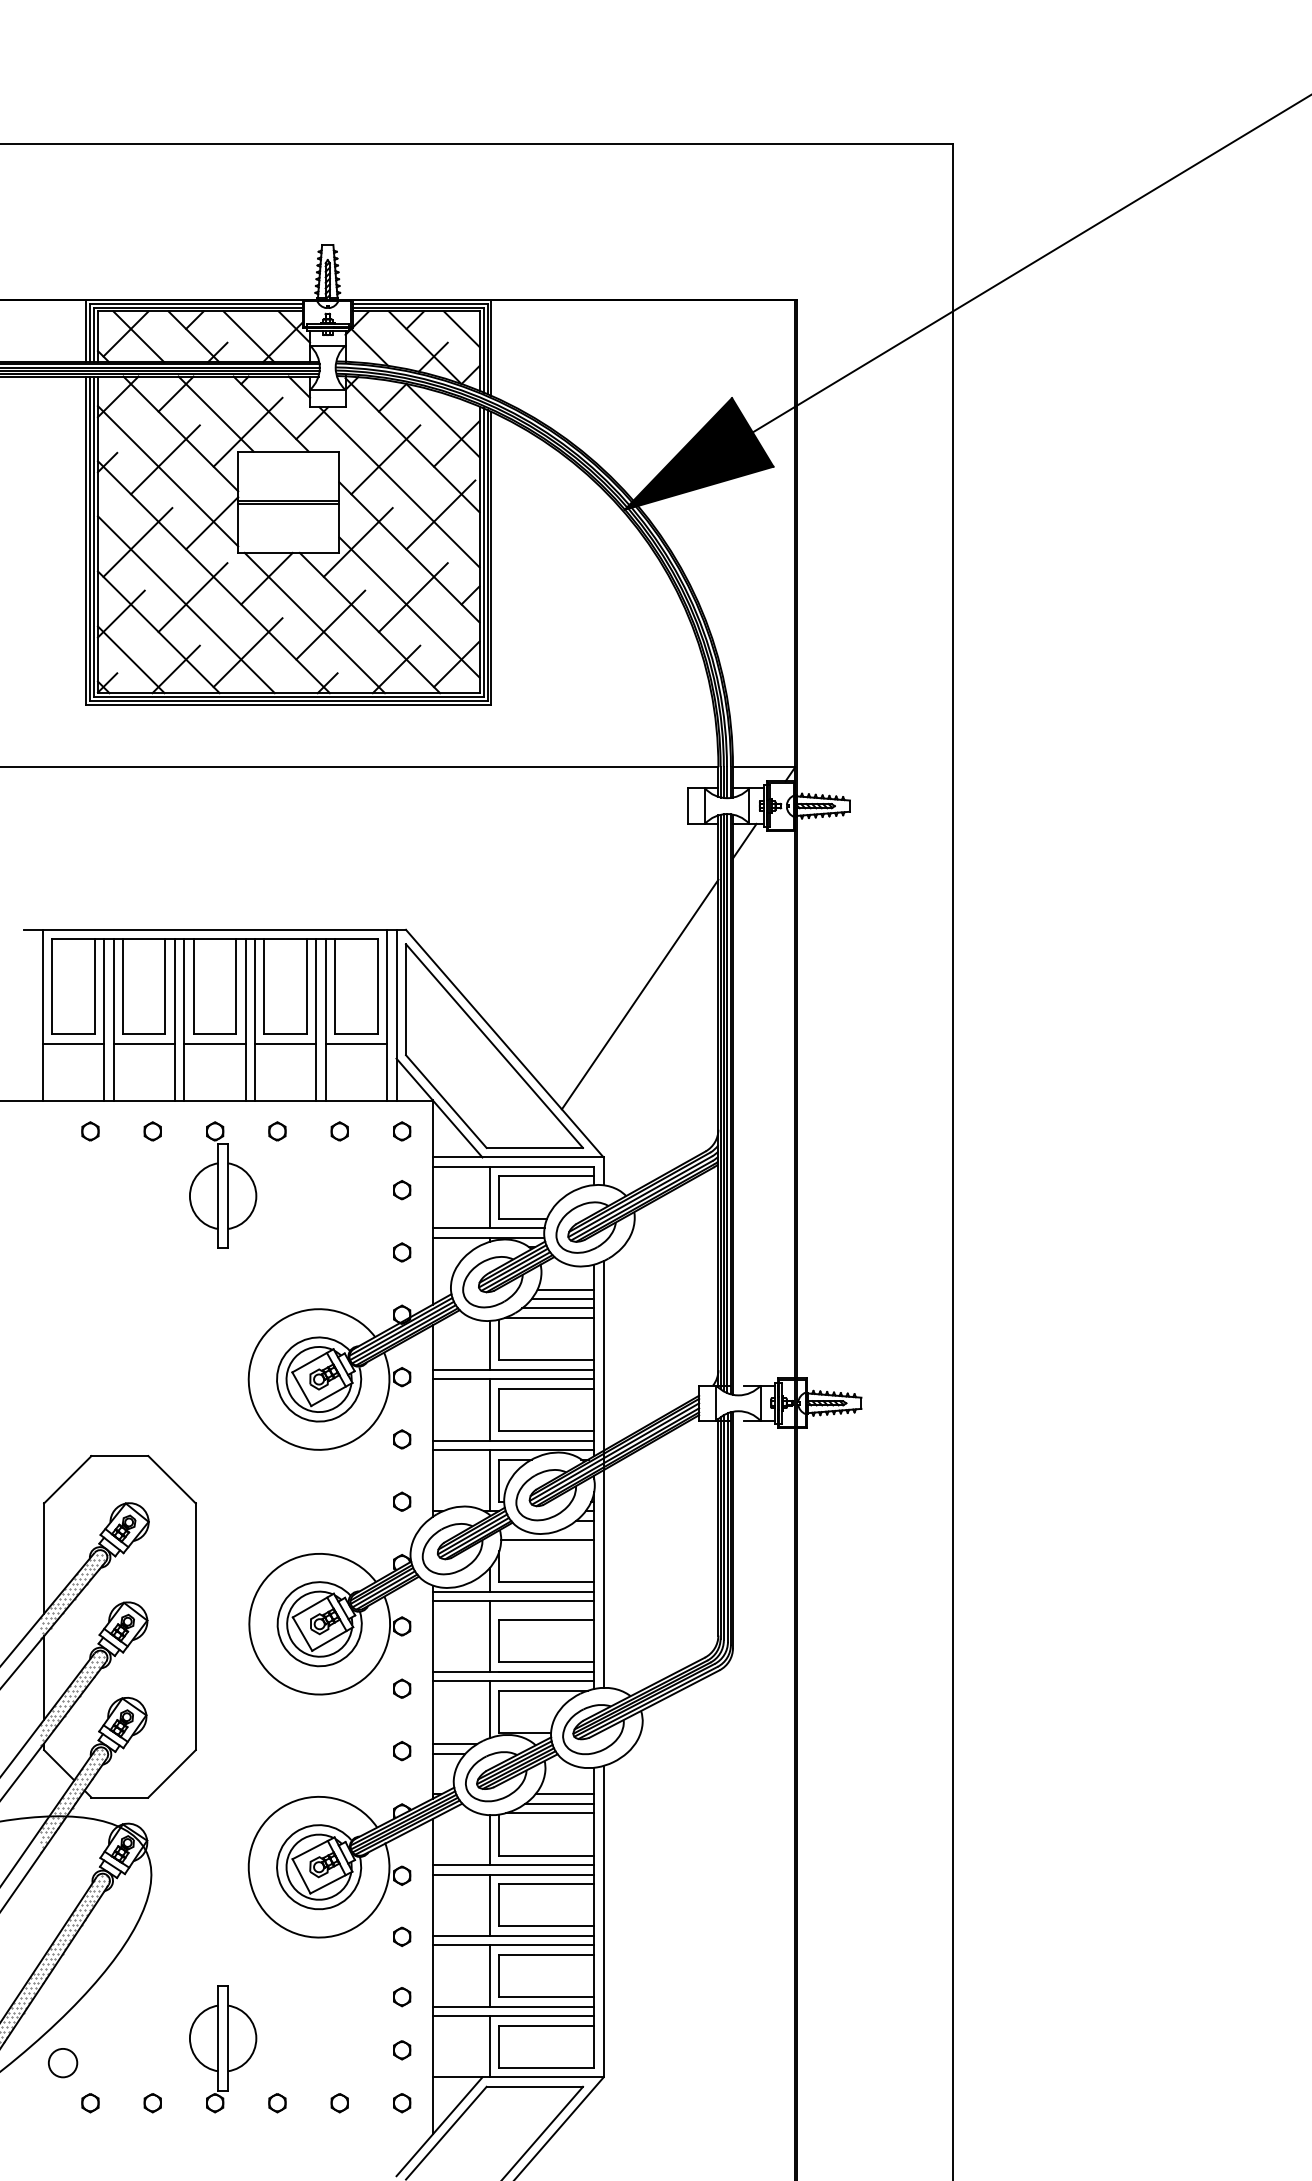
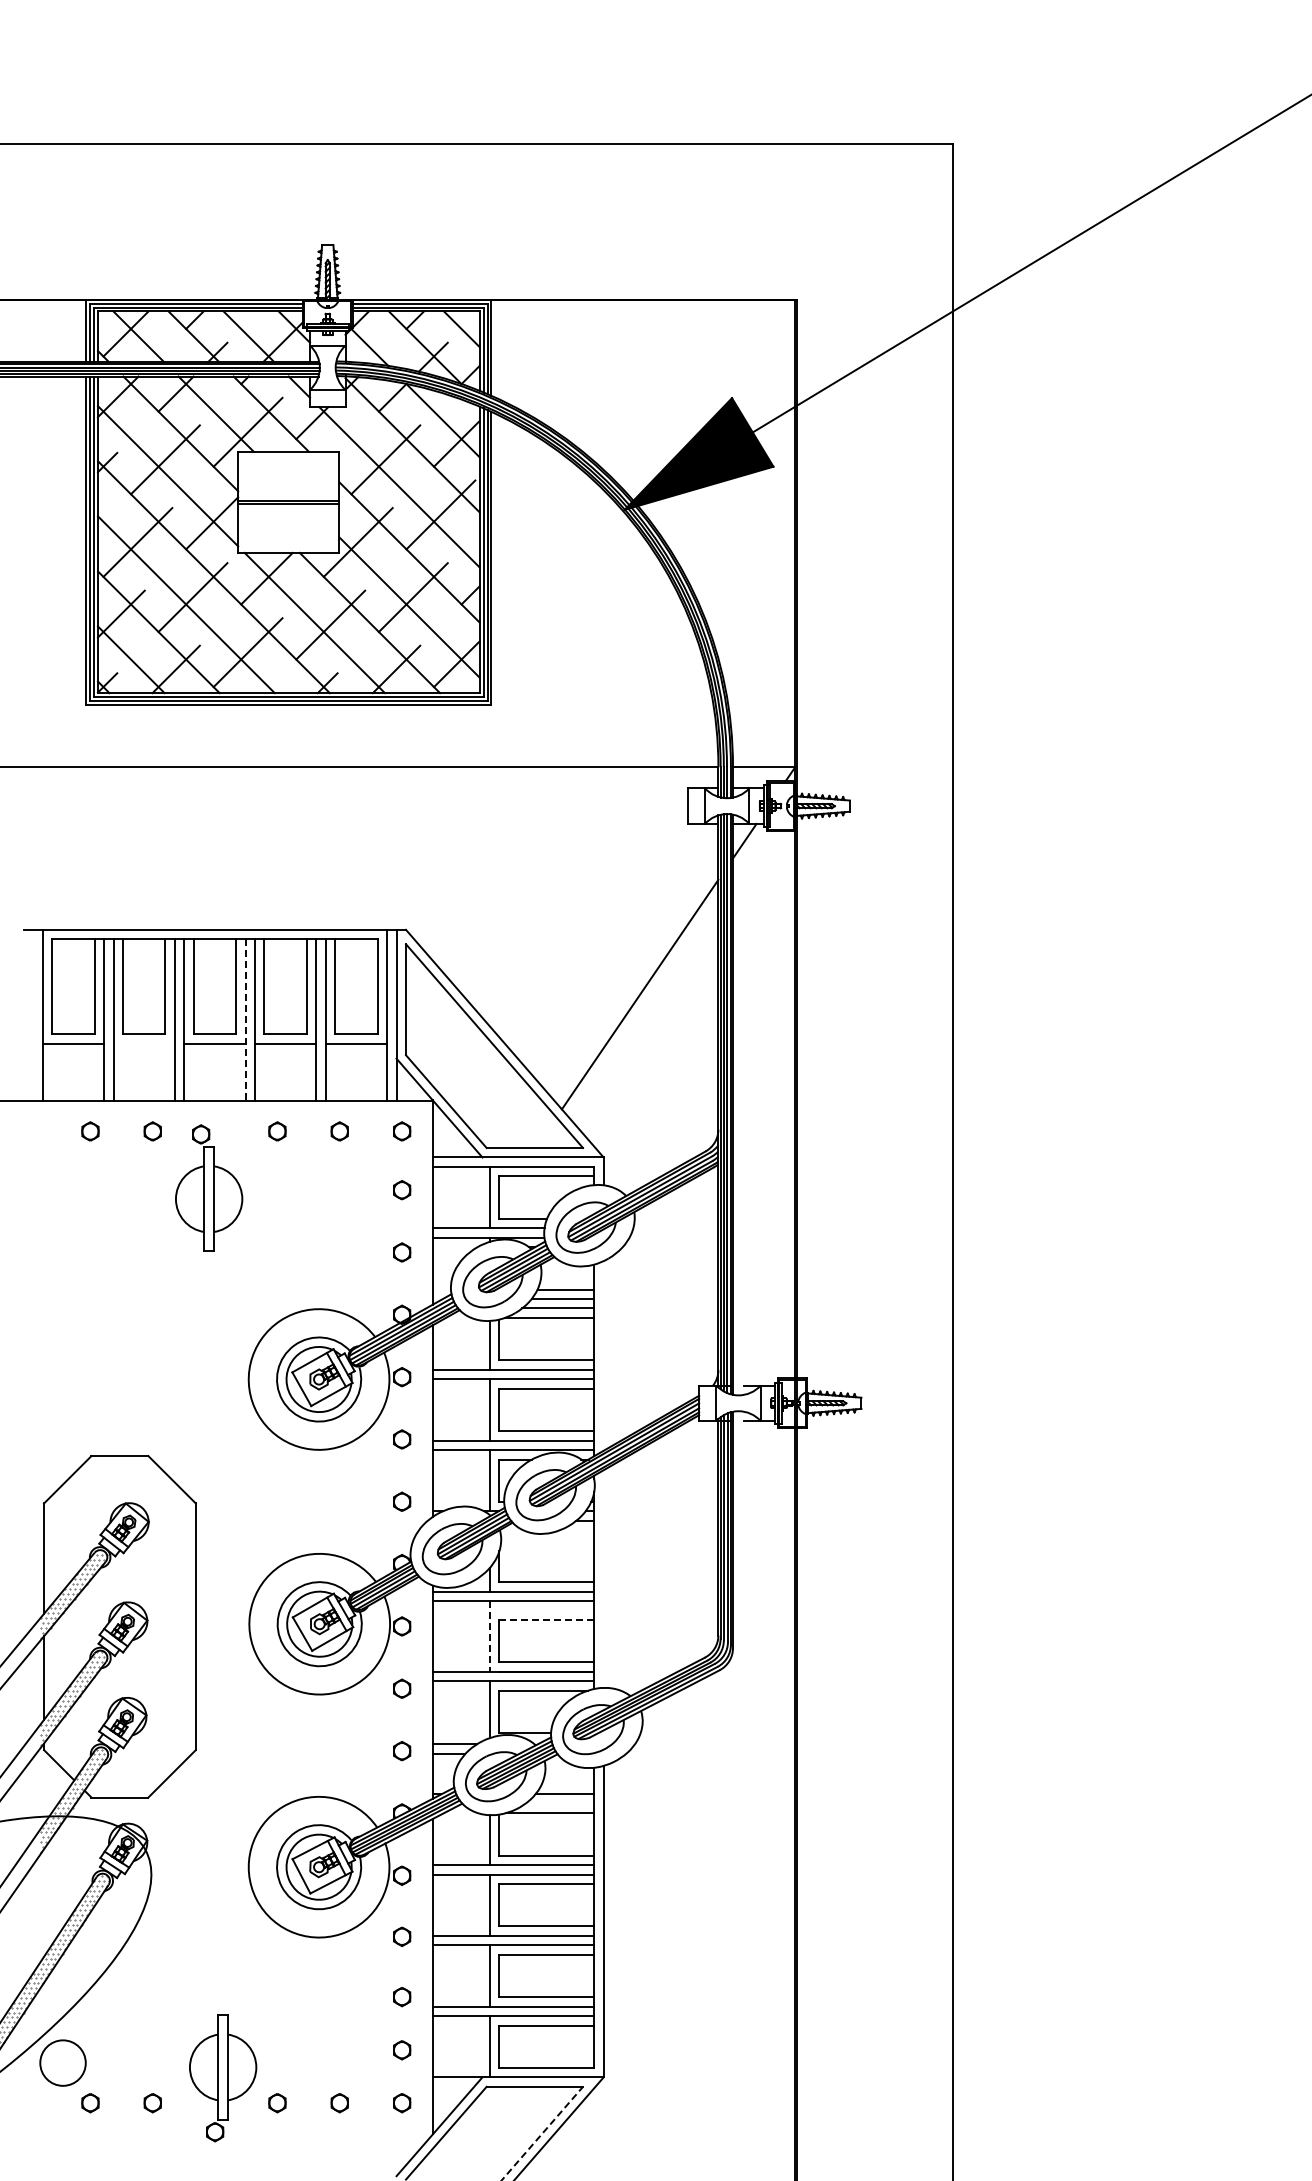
line at (245, 1019): solid -> dashed
line at (143, 1043): present -> none
part at (223, 1184) position: (223, 1184) -> (209, 1187)
line at (603, 1474): present -> none
line at (547, 1539): present -> none
line at (546, 1619): solid -> dashed
line at (489, 1636): solid -> dashed
line at (559, 1803): present -> none
part at (223, 2049) position: (223, 2049) -> (223, 2078)
circle at (62, 2062) diameter: 28 px -> 45 px
line at (542, 2133): solid -> dashed
